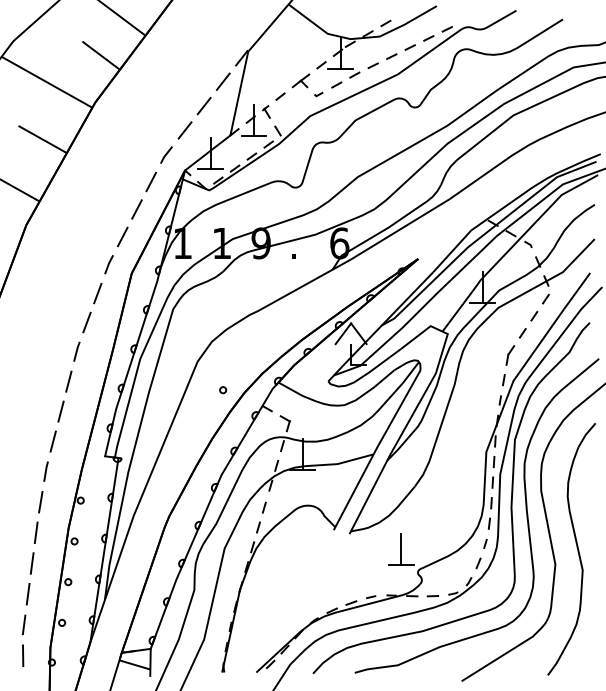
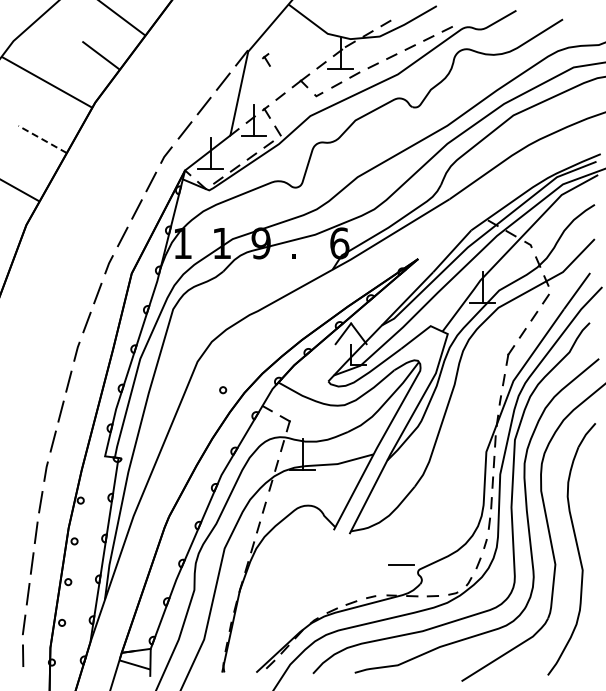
part at (266, 59): none -> present
line at (42, 139): solid -> dashed
line at (401, 548): present -> none
